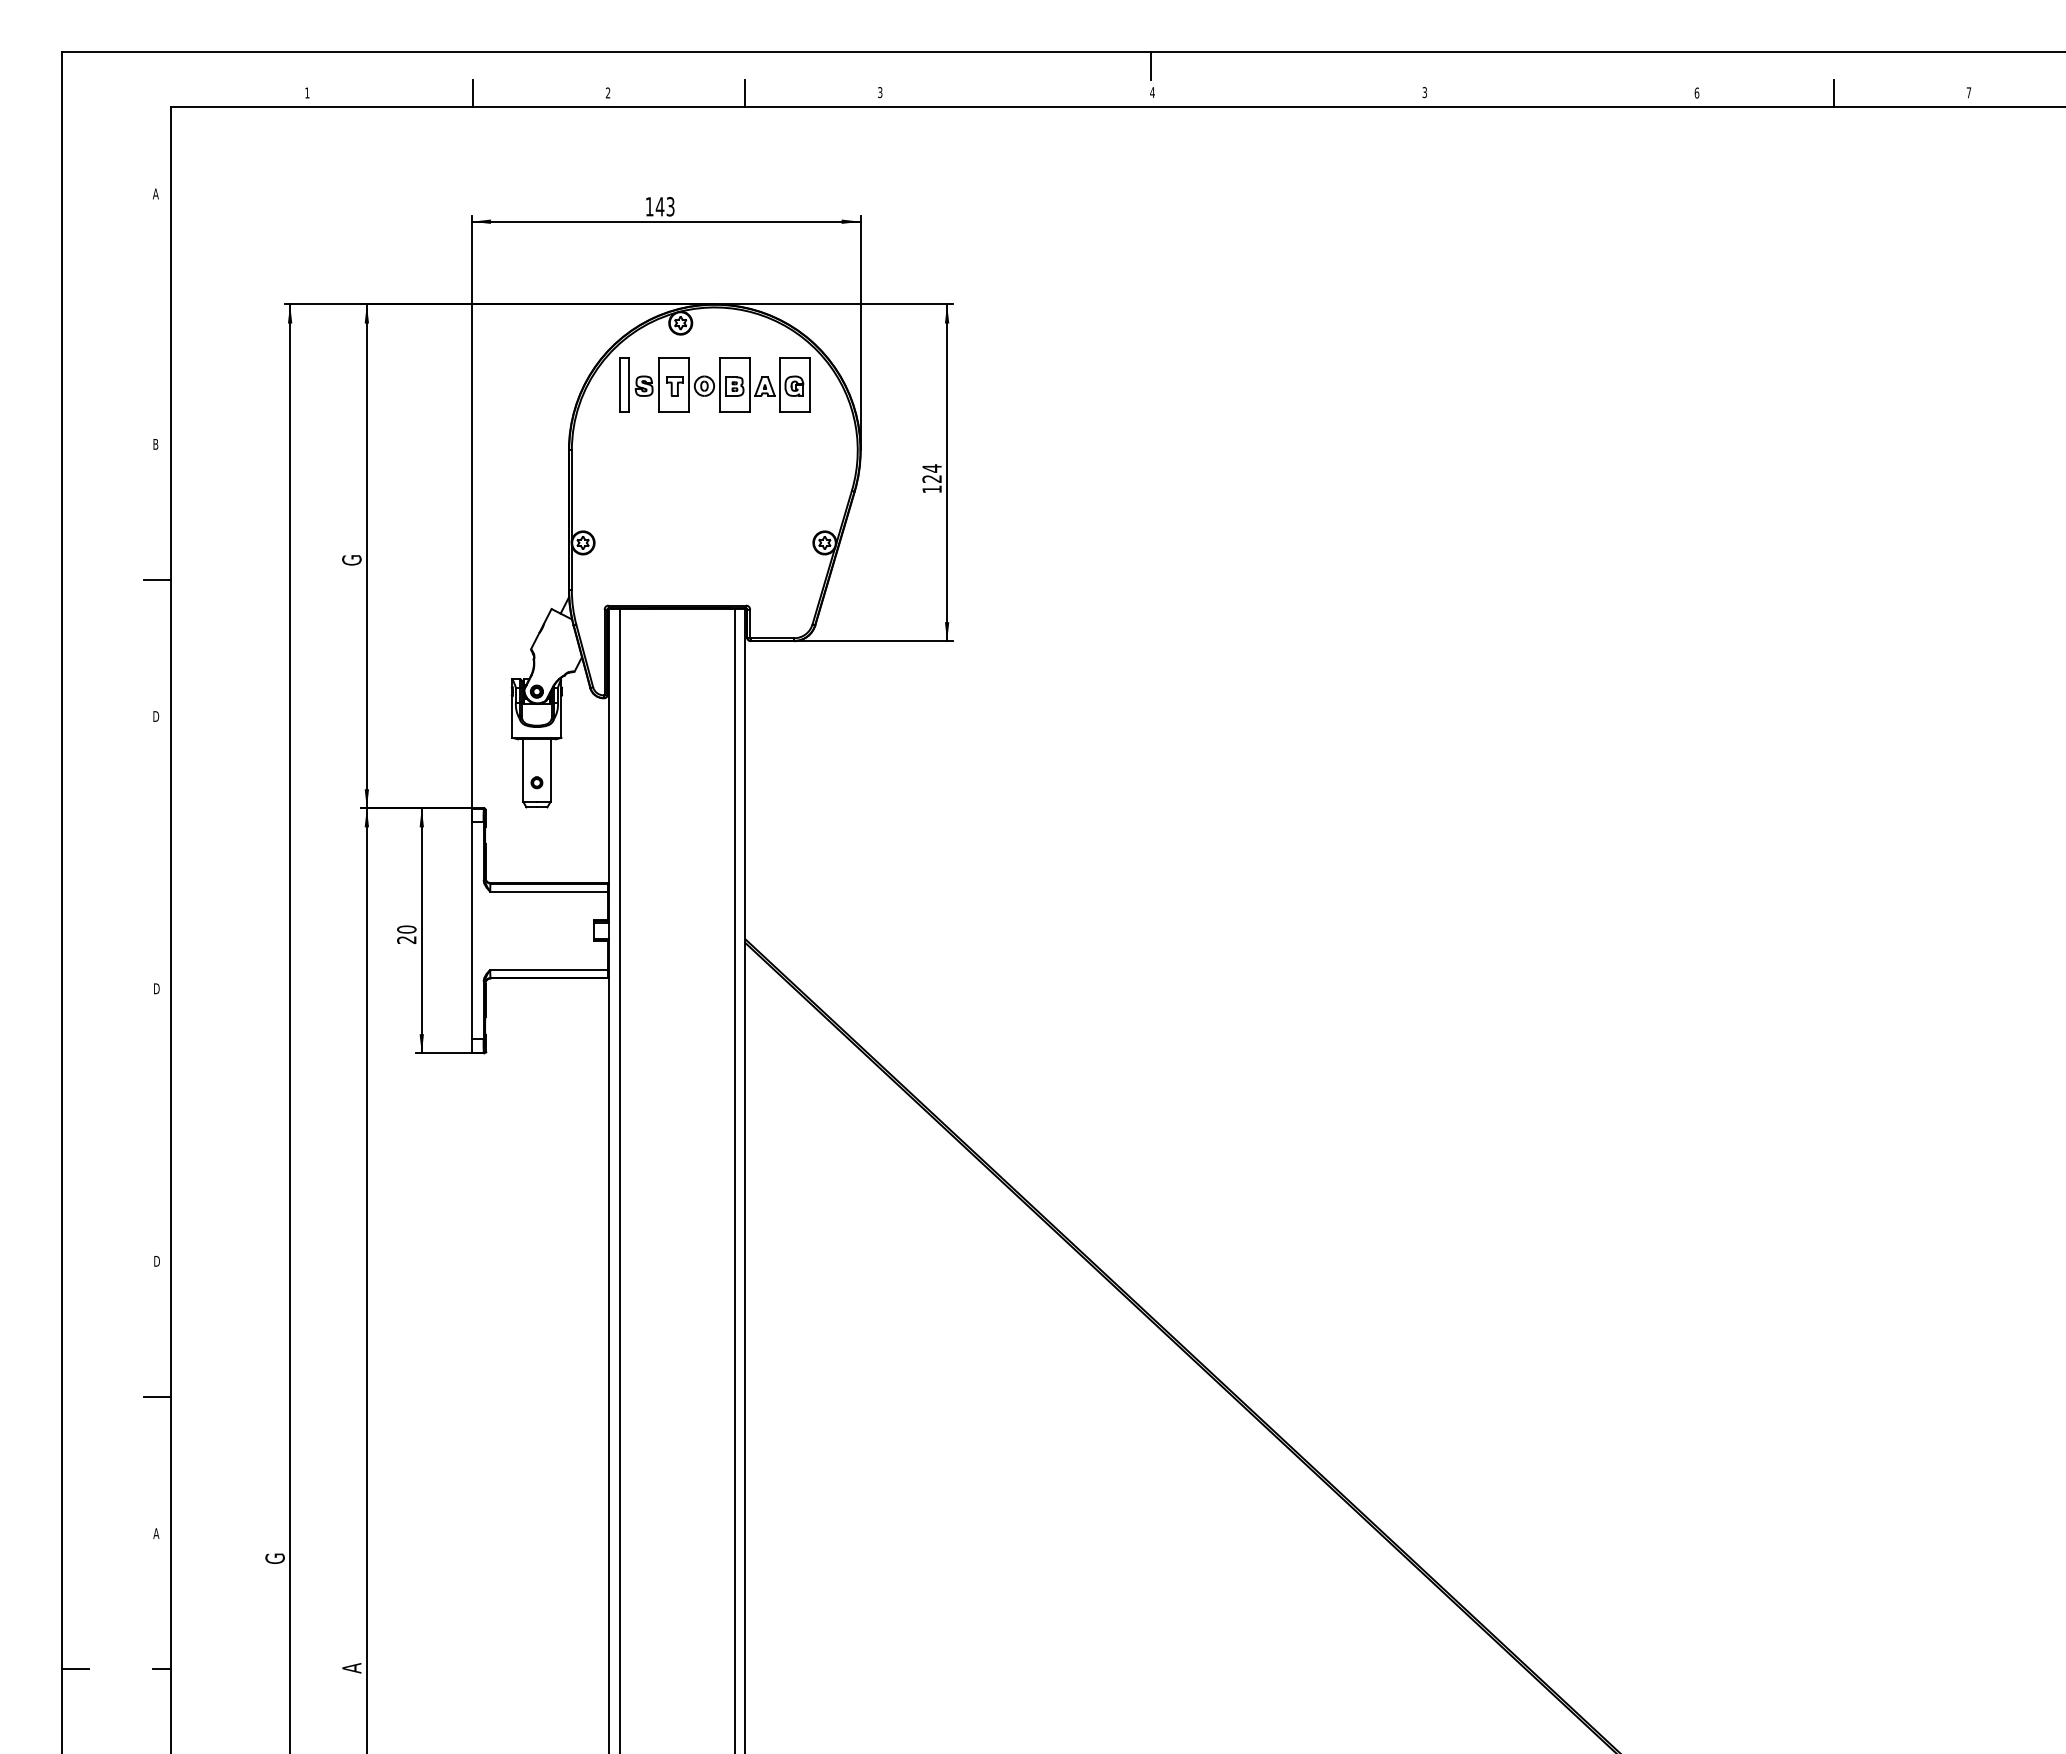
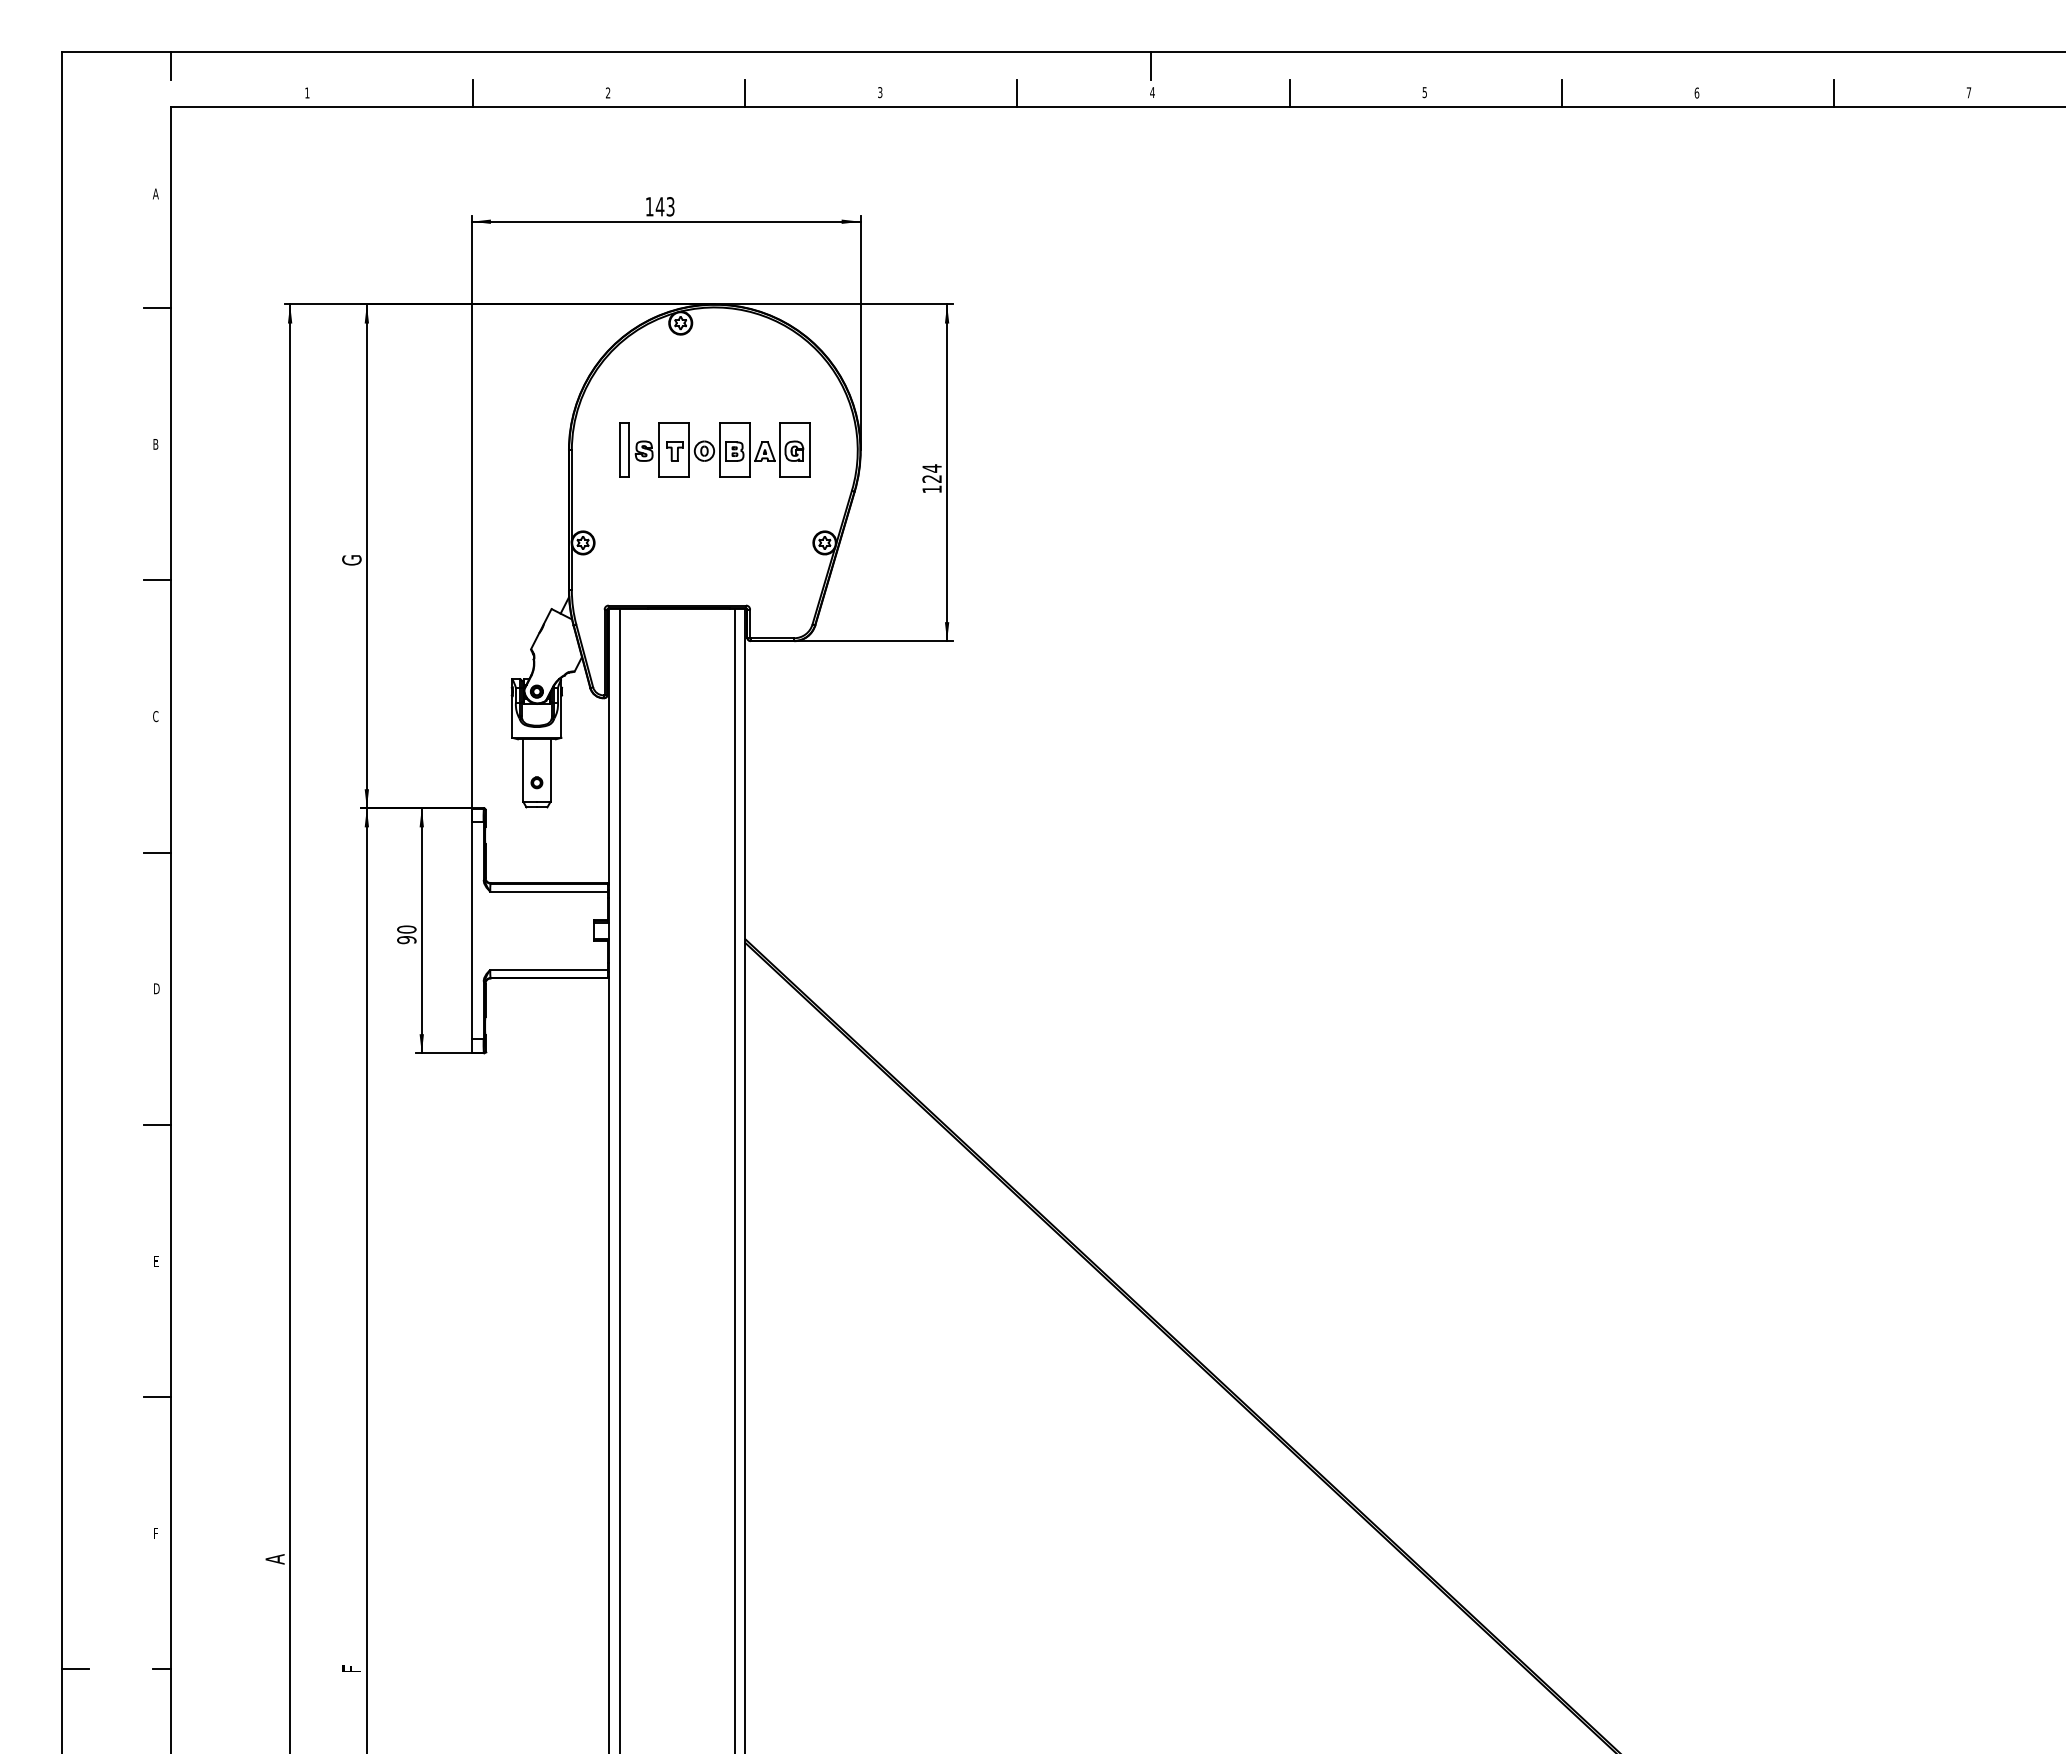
line at (170, 65): none -> present
text at (1424, 91): 3 -> 5
line at (1017, 92): none -> present
line at (1289, 92): none -> present
line at (1561, 92): none -> present
line at (156, 308): none -> present
part at (714, 384) position: (714, 384) -> (714, 449)
text at (156, 716): D -> C
line at (156, 852): none -> present
text at (406, 940): 20 -> 90
line at (156, 1124): none -> present
text at (156, 1261): D -> E
text at (156, 1533): A -> F
text at (274, 1558): G -> A
text at (351, 1668): A -> F
